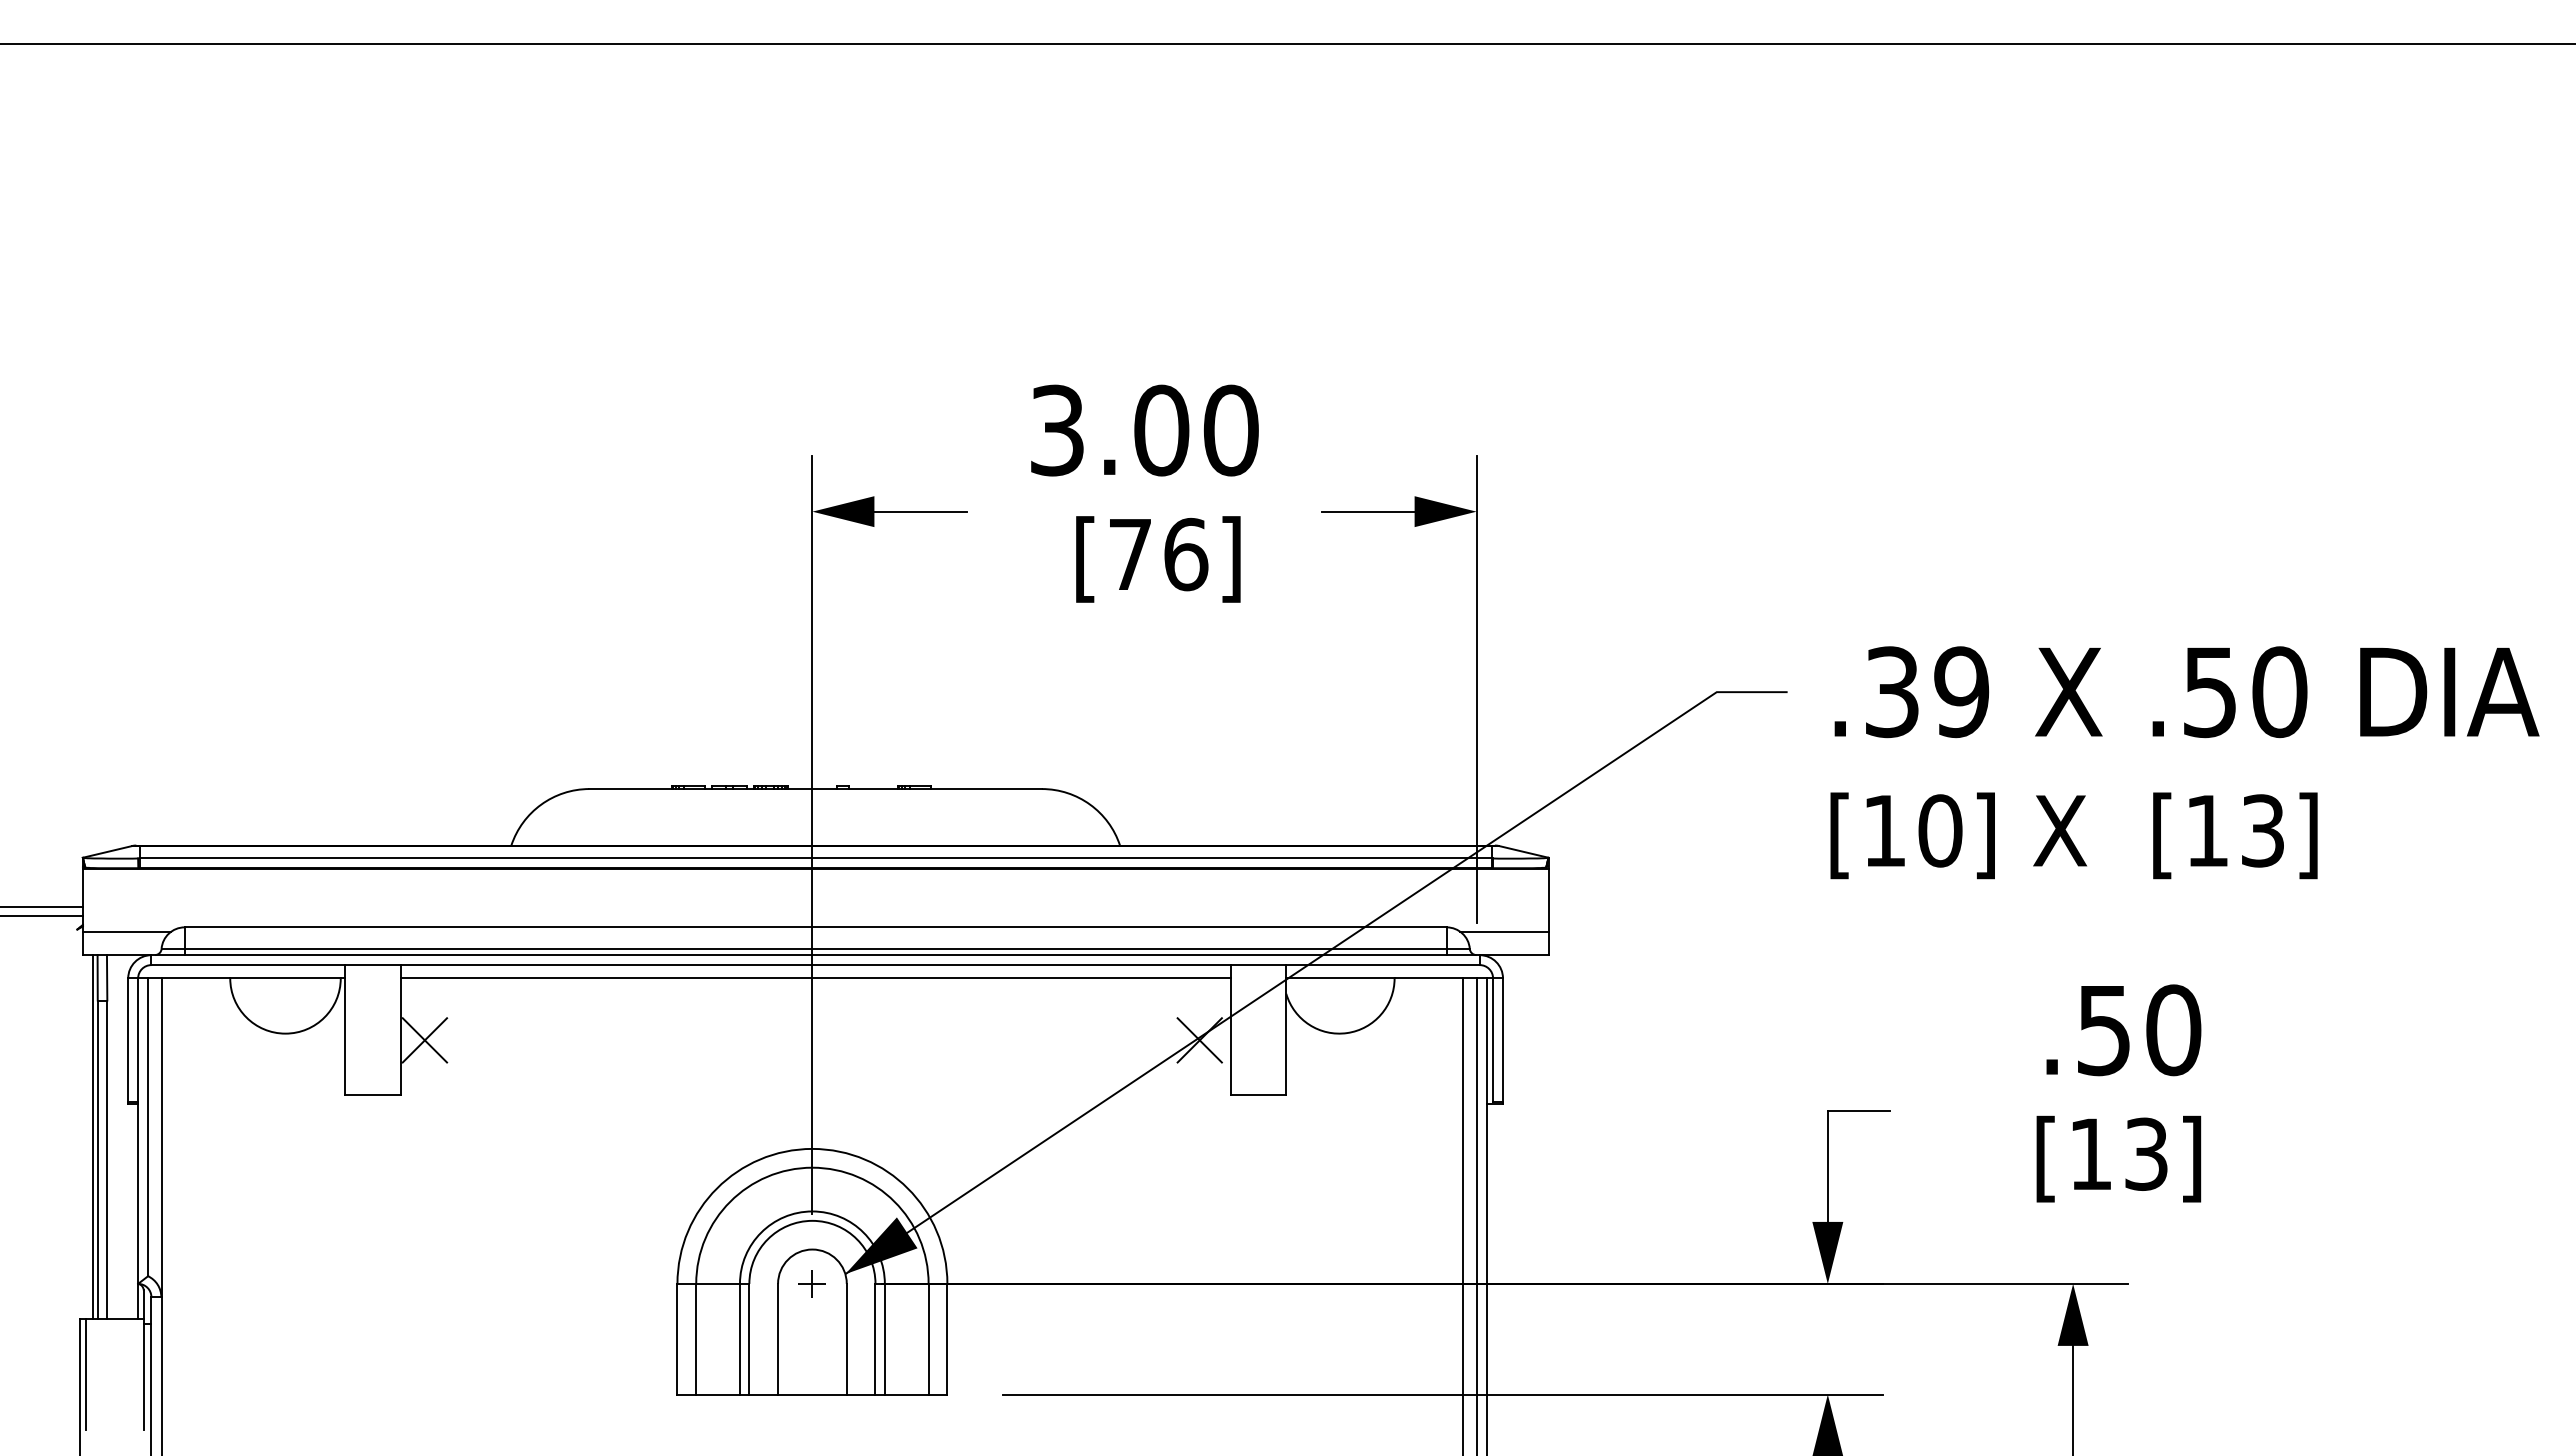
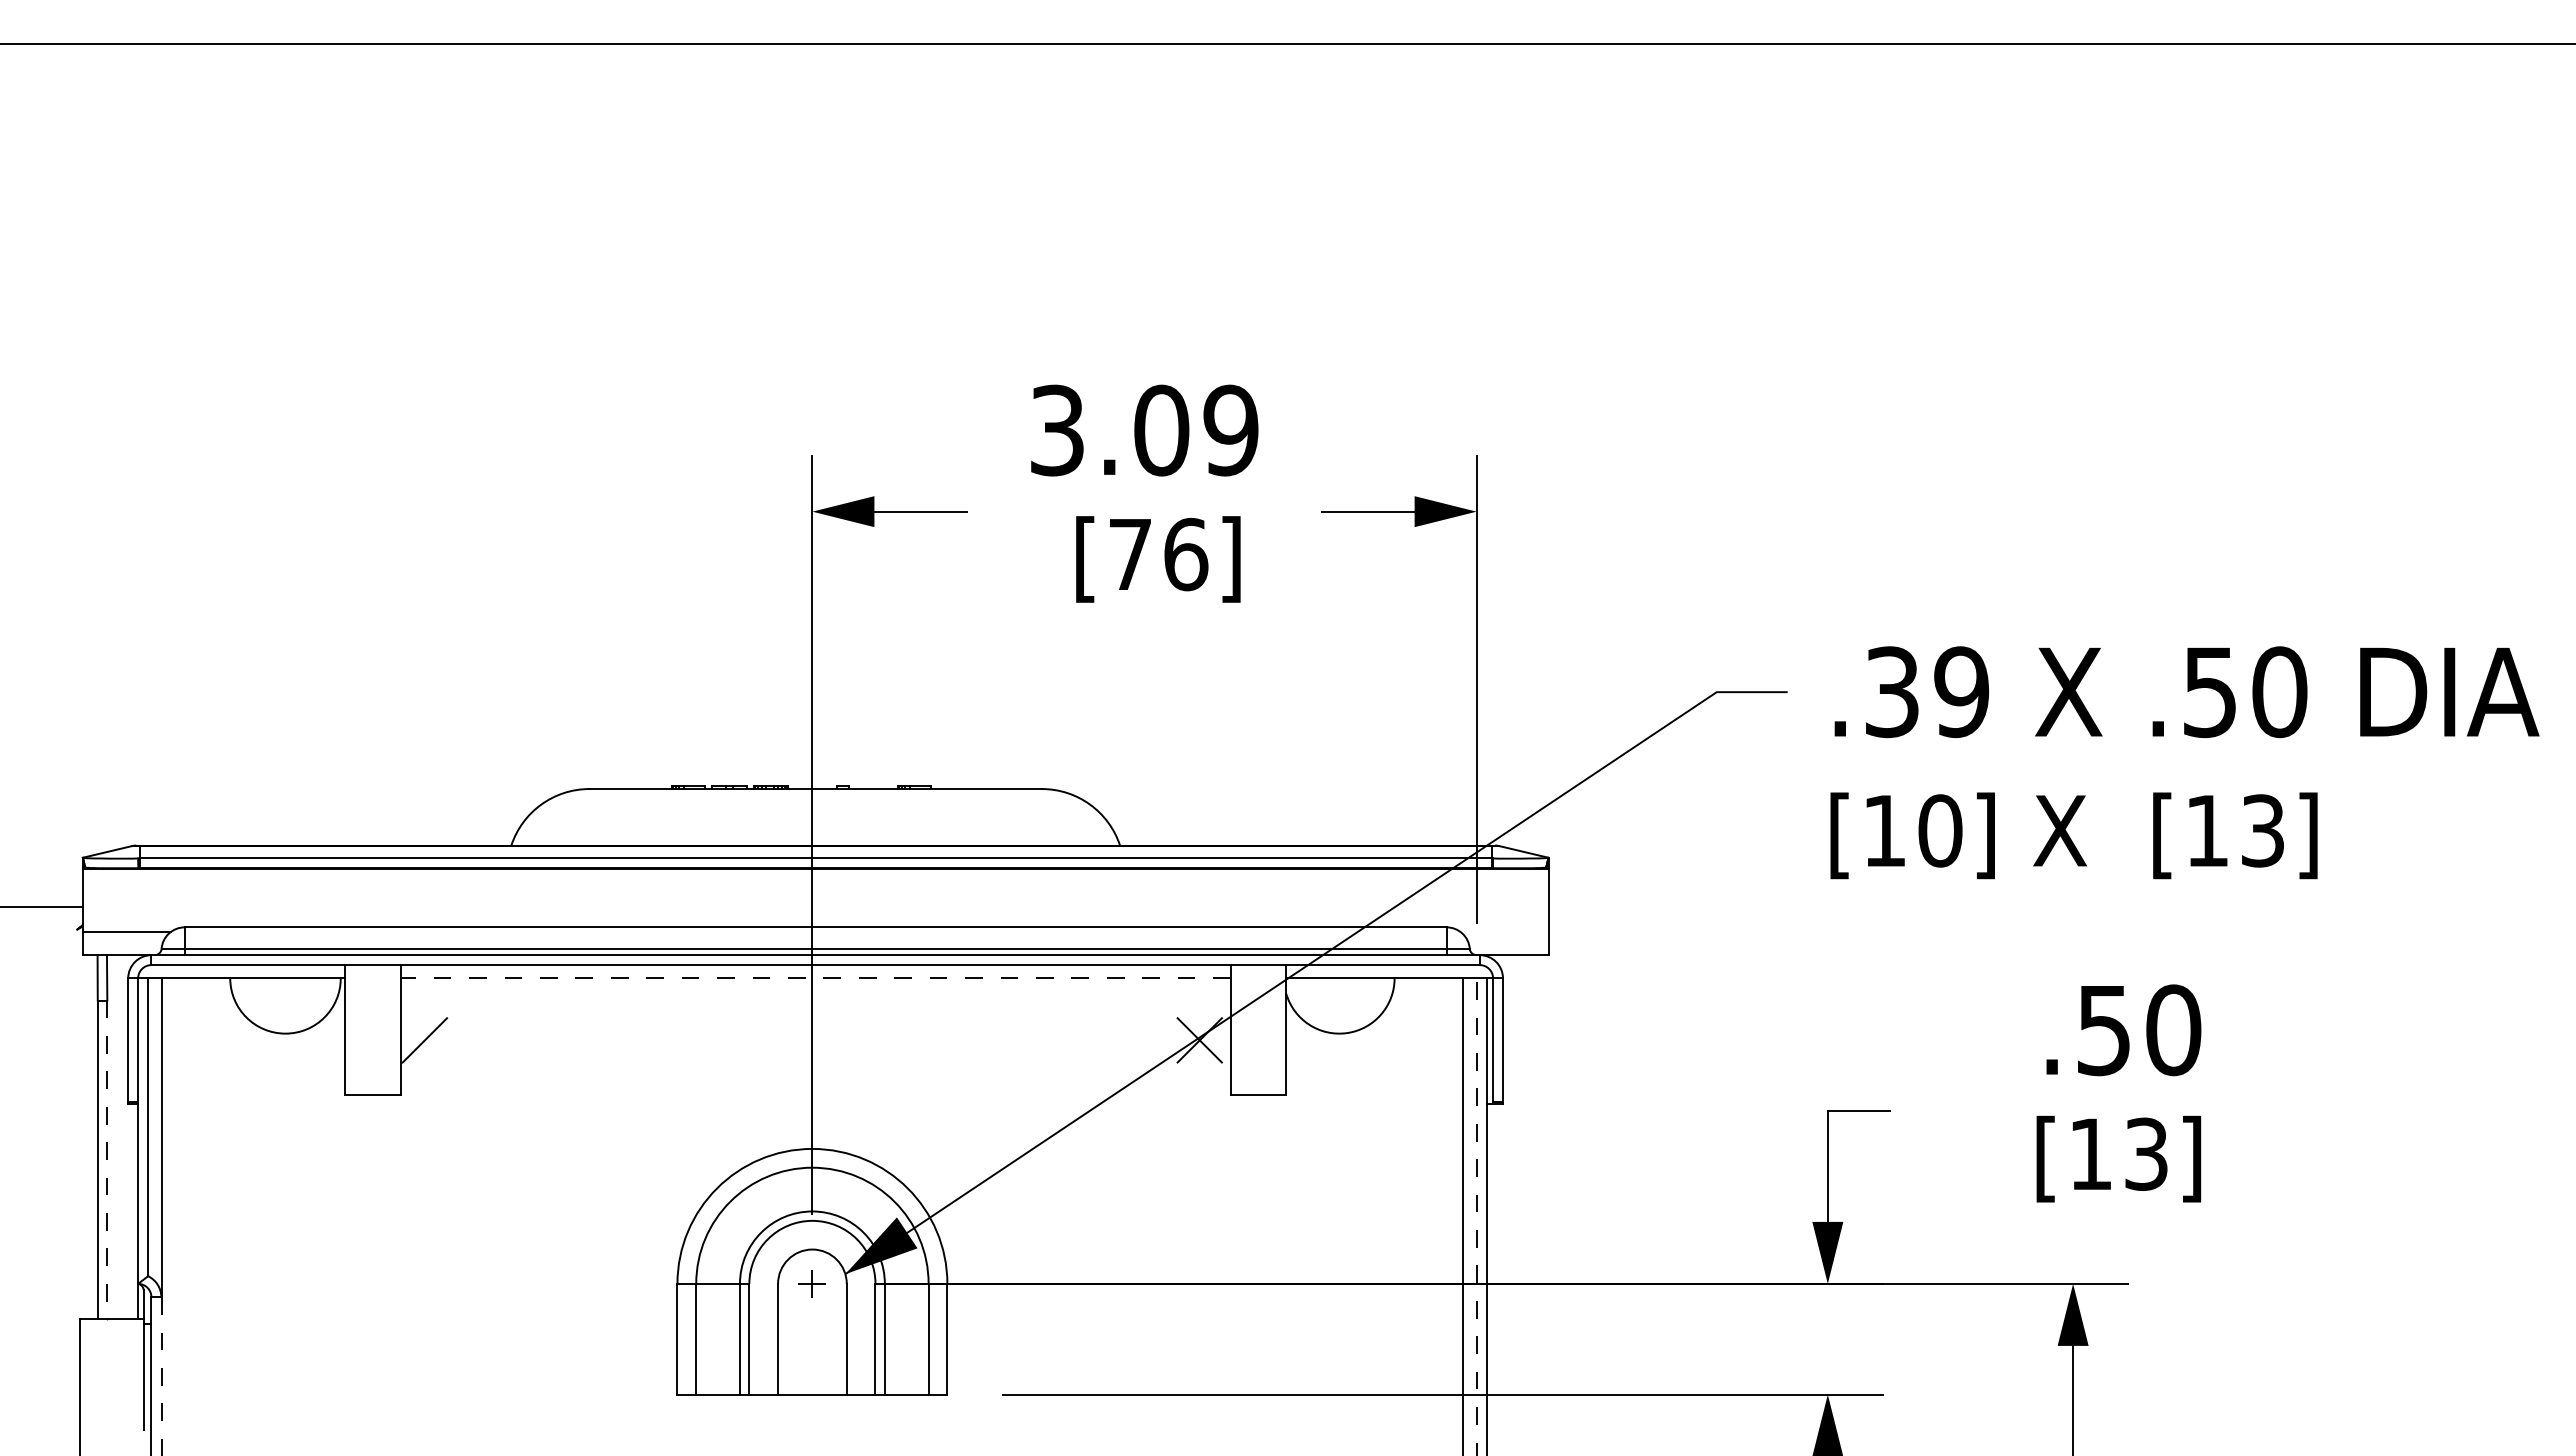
text at (1230, 430): 3.00 -> 3.09
line at (42, 916): present -> none
line at (1504, 931): present -> none
line at (815, 978): solid -> dashed
line at (424, 1040): present -> none
line at (93, 1137): present -> none
line at (107, 1160): solid -> dashed
line at (1476, 1216): solid -> dashed
line at (86, 1374): present -> none
line at (161, 1376): solid -> dashed
